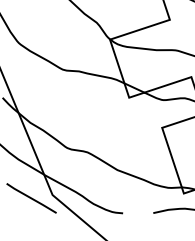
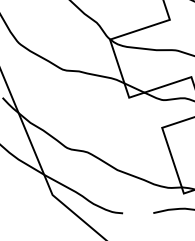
line at (31, 198): present -> none
